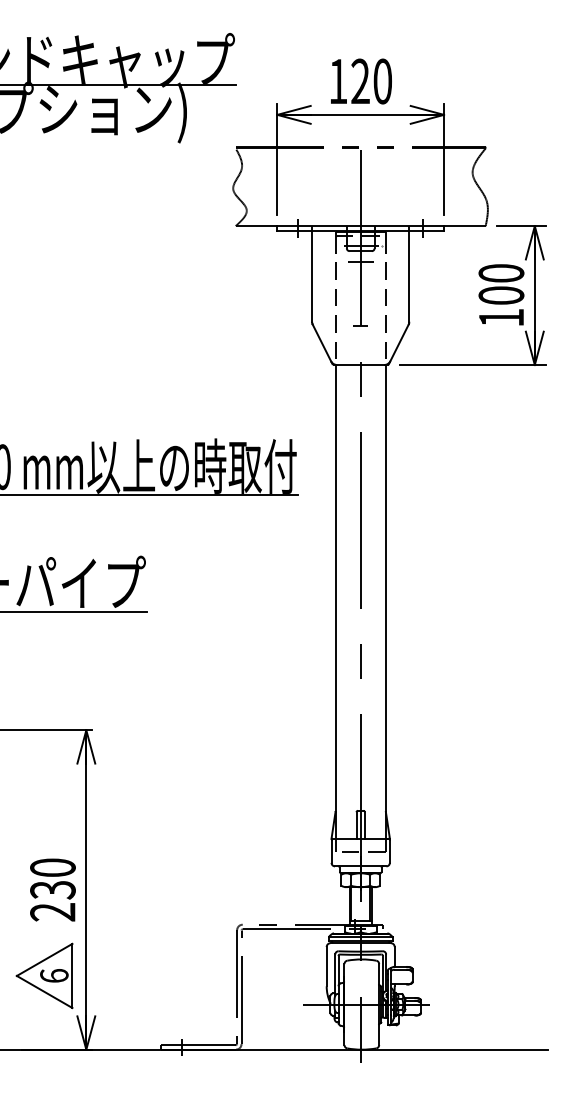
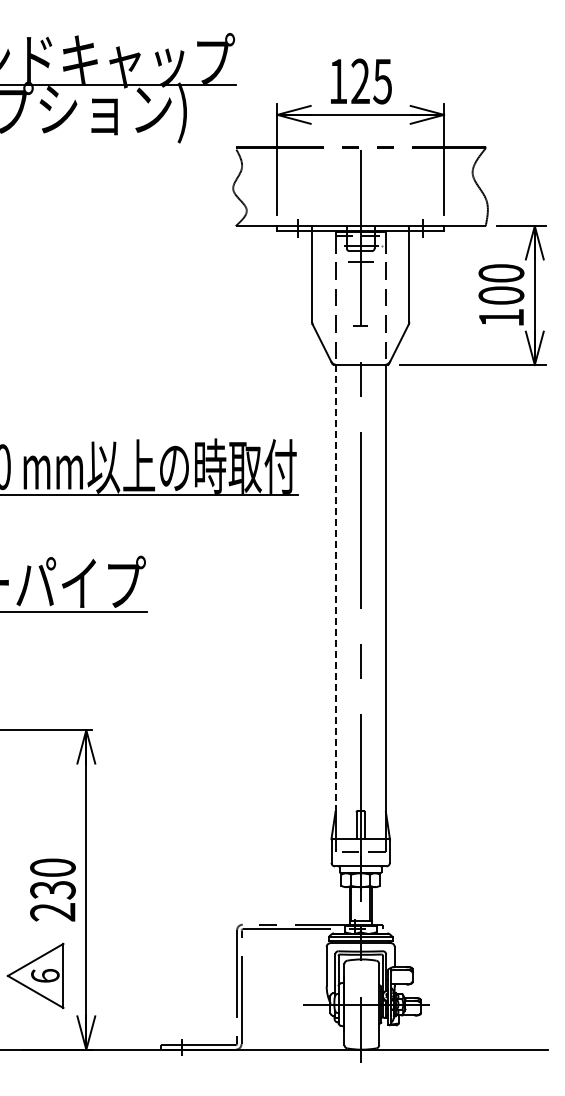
text at (382, 81): 120 -> 125
line at (335, 588): solid -> dashed
part at (44, 975) position: (44, 975) -> (35, 975)
